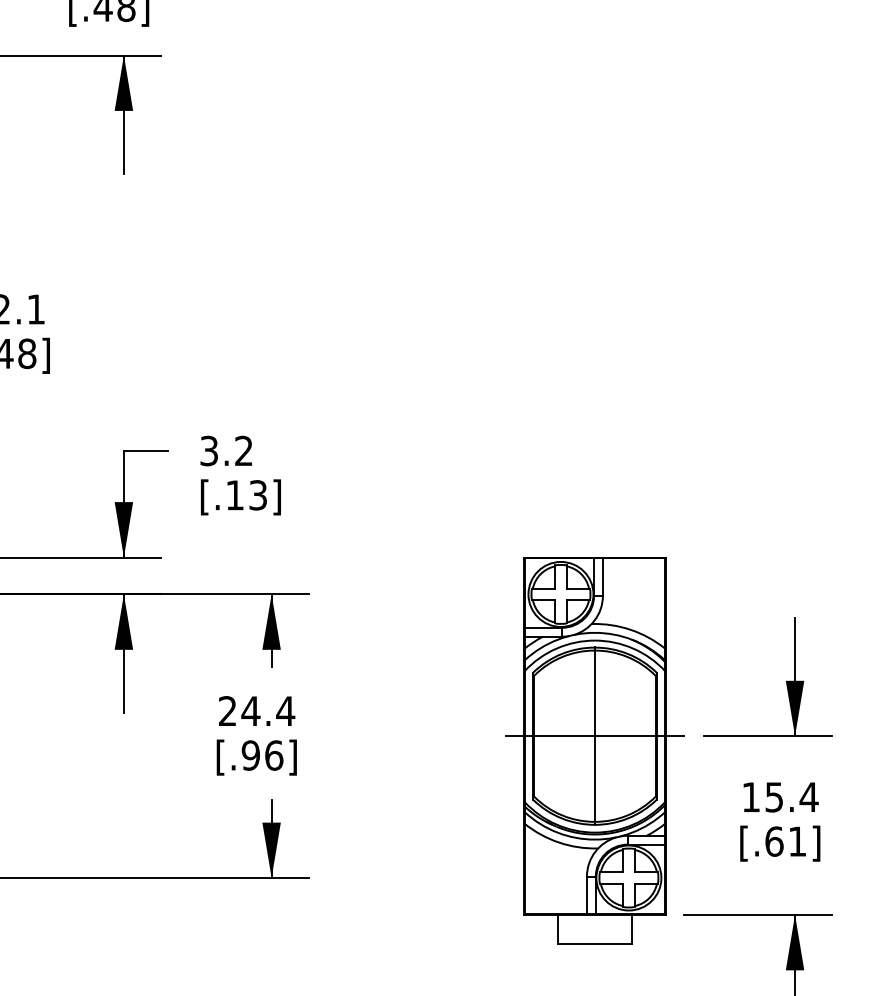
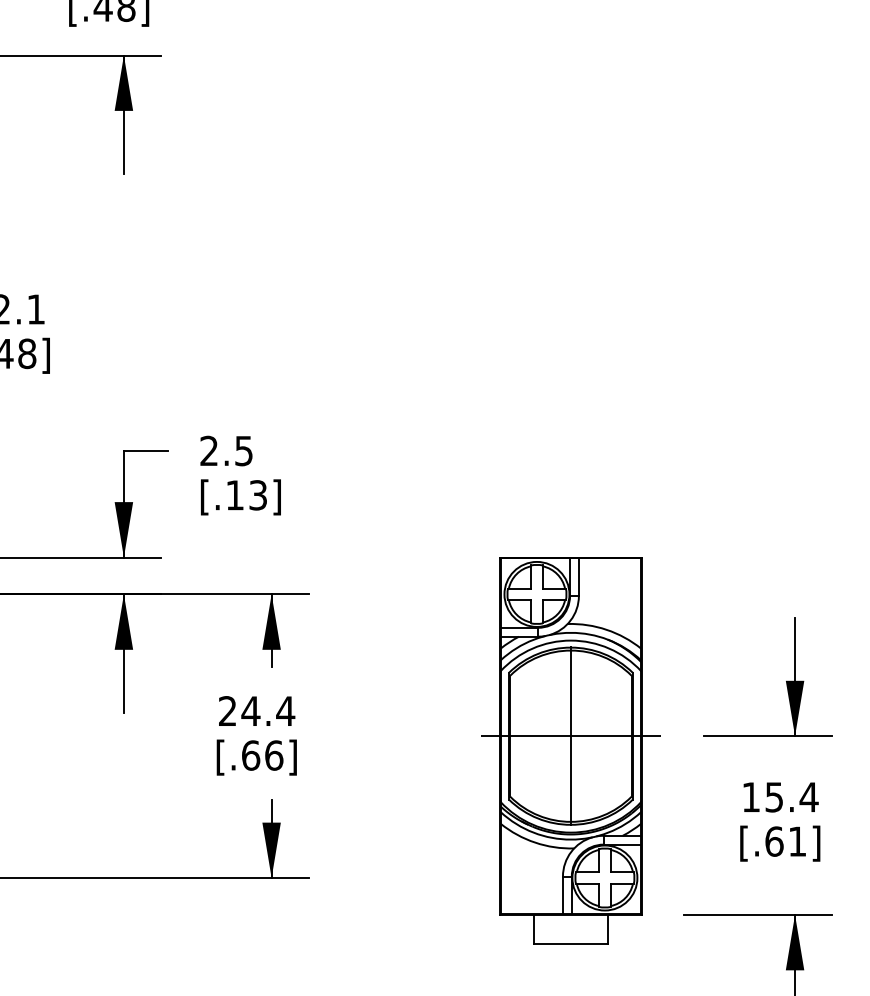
text at (226, 450): 3.2 -> 2.5
part at (594, 750) position: (594, 750) -> (570, 750)
text at (250, 755): [.96] -> [.66]
